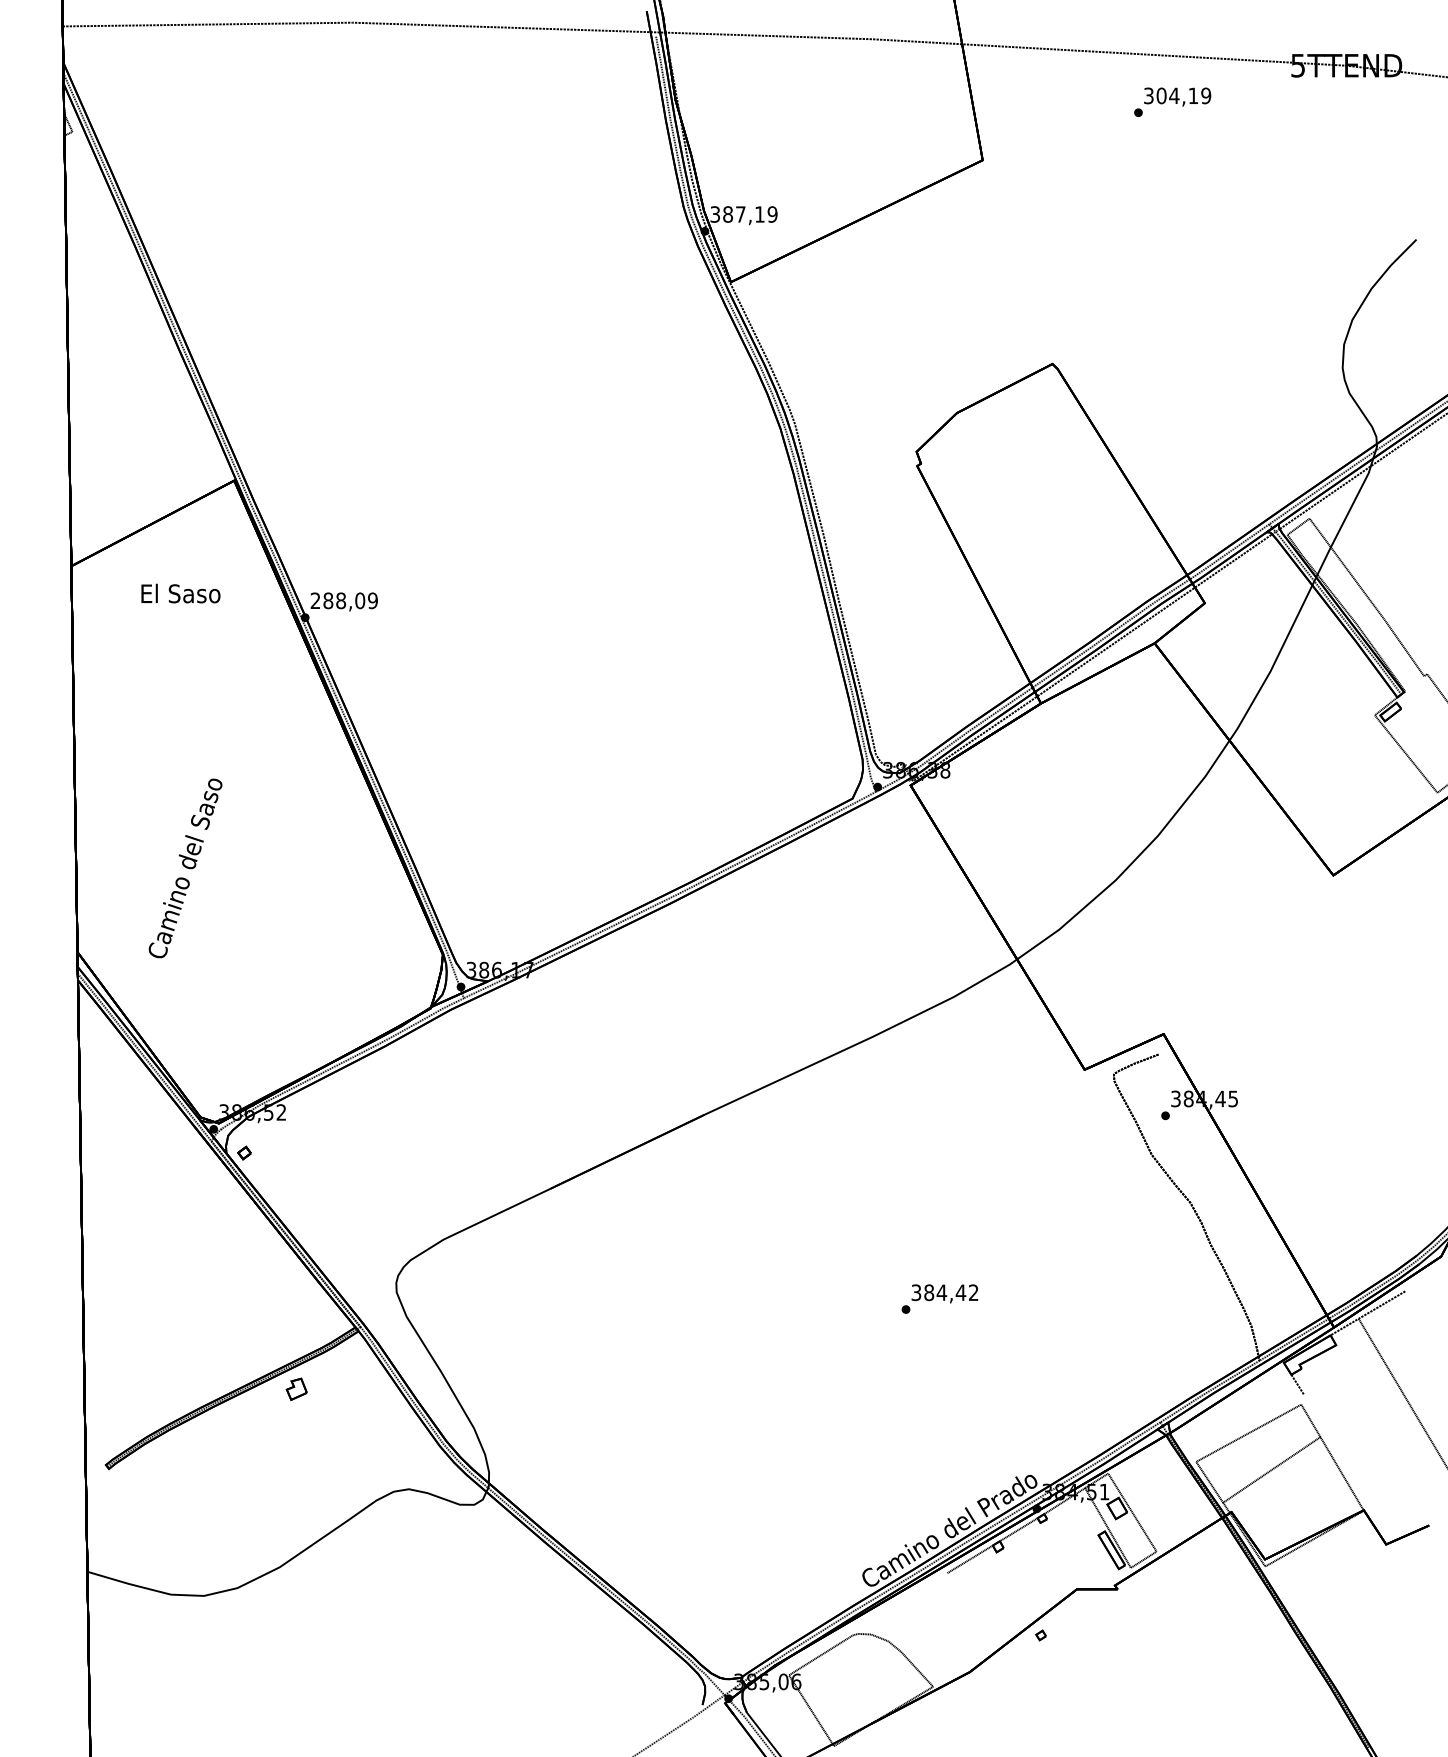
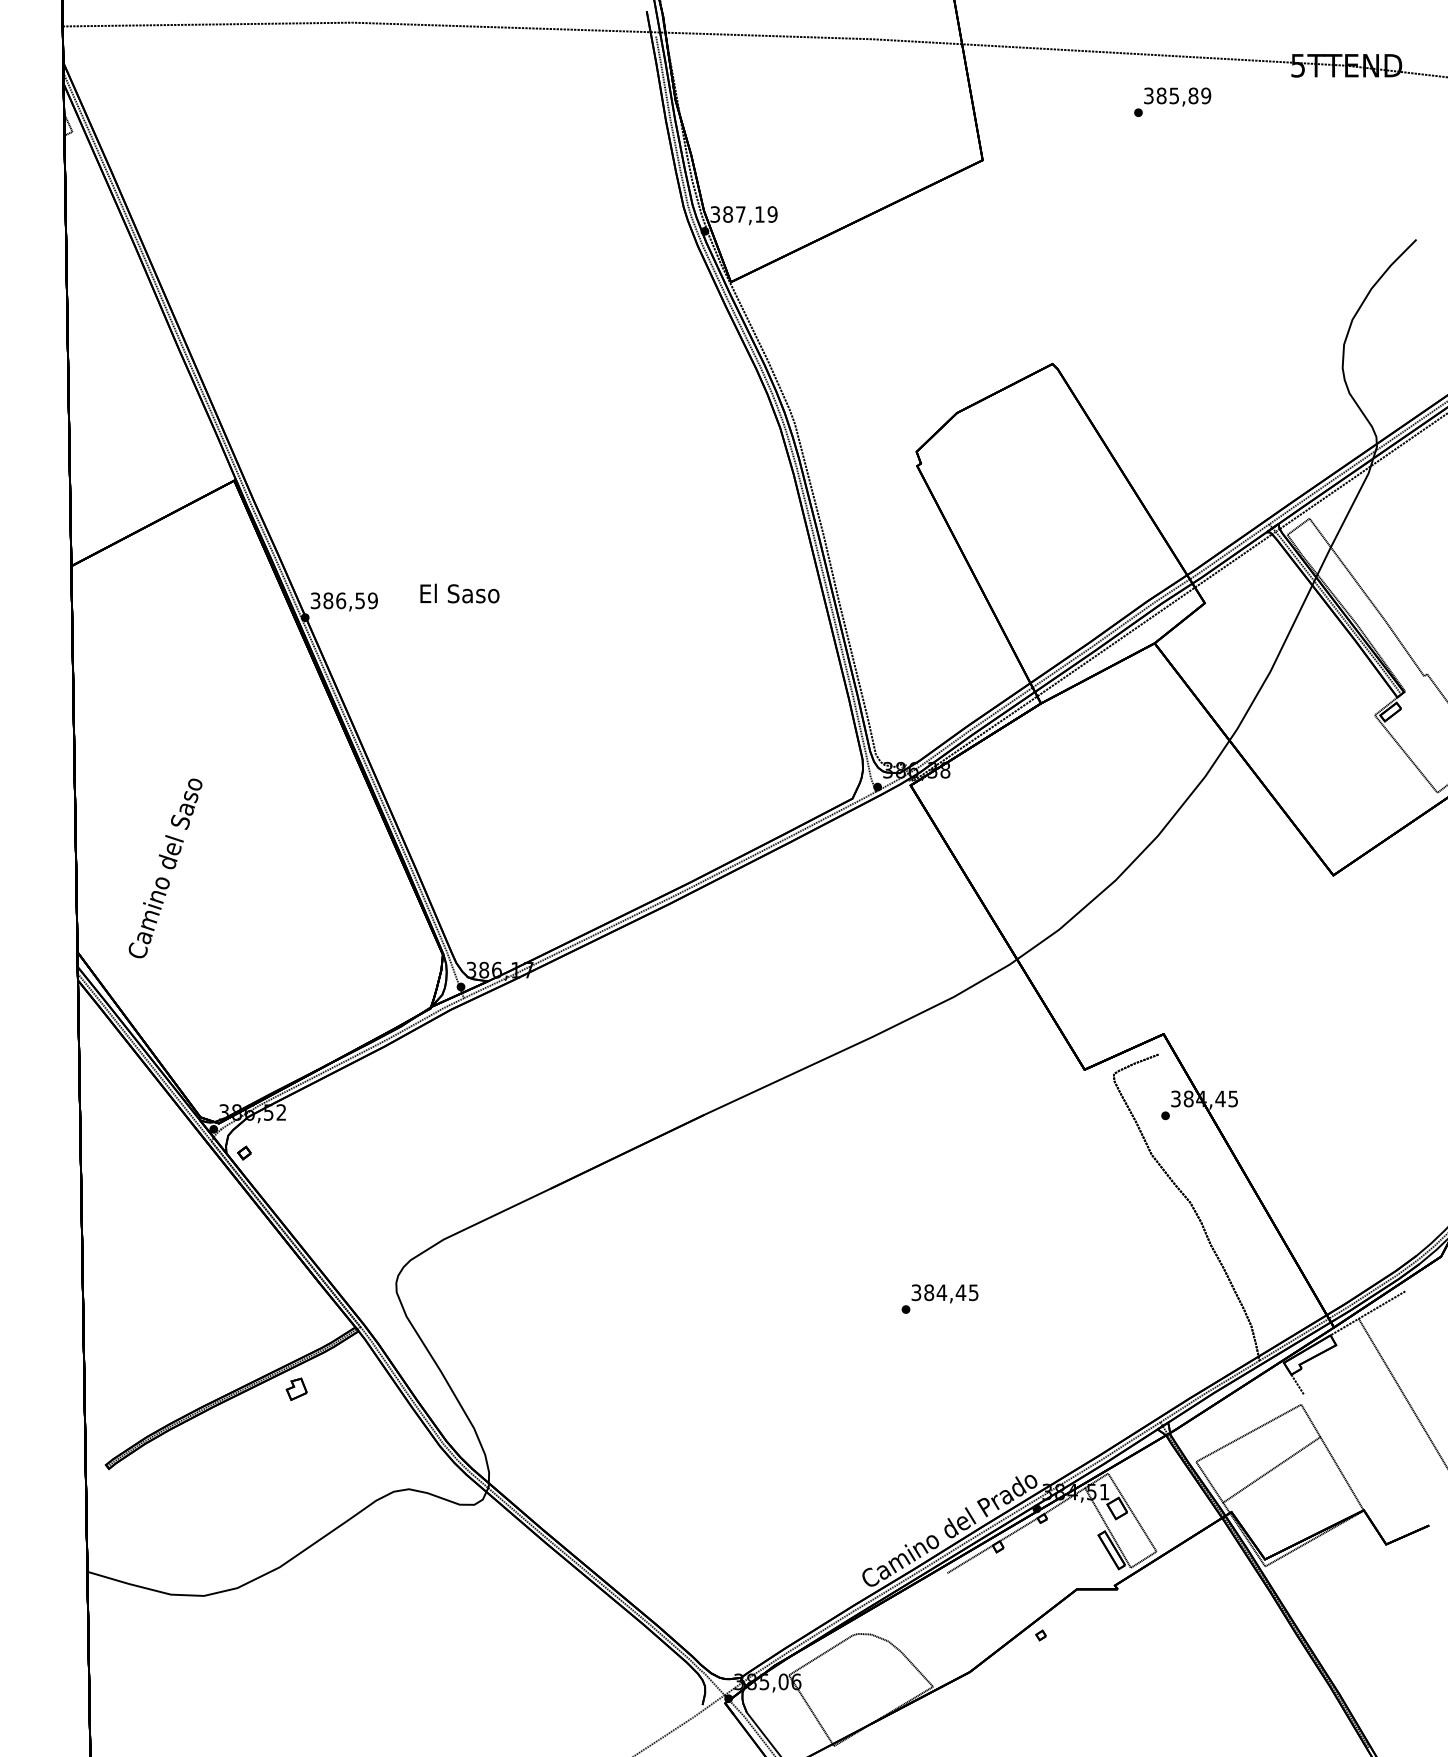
text at (1177, 95): 304,19 -> 385,89
text at (180, 593) position: (180, 593) -> (459, 593)
text at (337, 600): 288,09 -> 386,59
text at (185, 868) position: (185, 868) -> (165, 868)
text at (973, 1292): 384,42 -> 384,45
